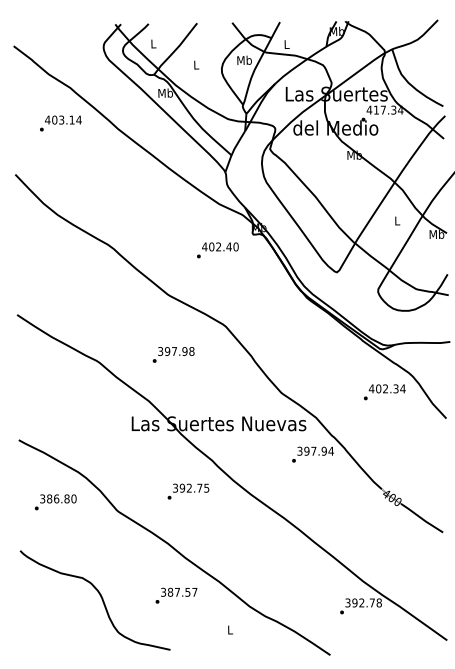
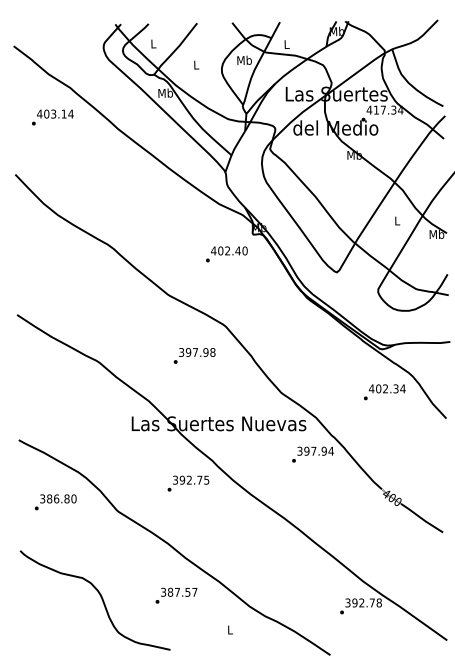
text at (60, 123) position: (60, 123) -> (52, 117)
text at (217, 250) position: (217, 250) -> (226, 254)
text at (173, 354) position: (173, 354) -> (194, 355)
text at (188, 491) position: (188, 491) -> (188, 483)
